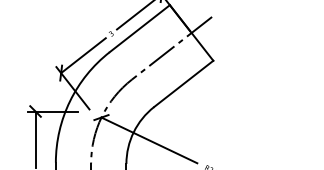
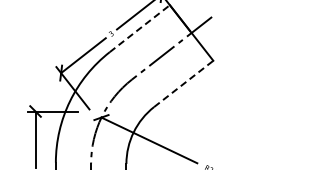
line at (140, 28): solid -> dashed
line at (183, 83): solid -> dashed
